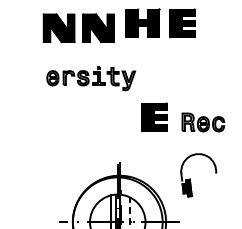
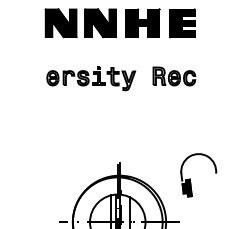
part at (78, 28) position: (78, 28) -> (80, 23)
part at (154, 117): present -> none
part at (203, 122) position: (203, 122) -> (174, 76)
line at (129, 212): dashed -> solid
